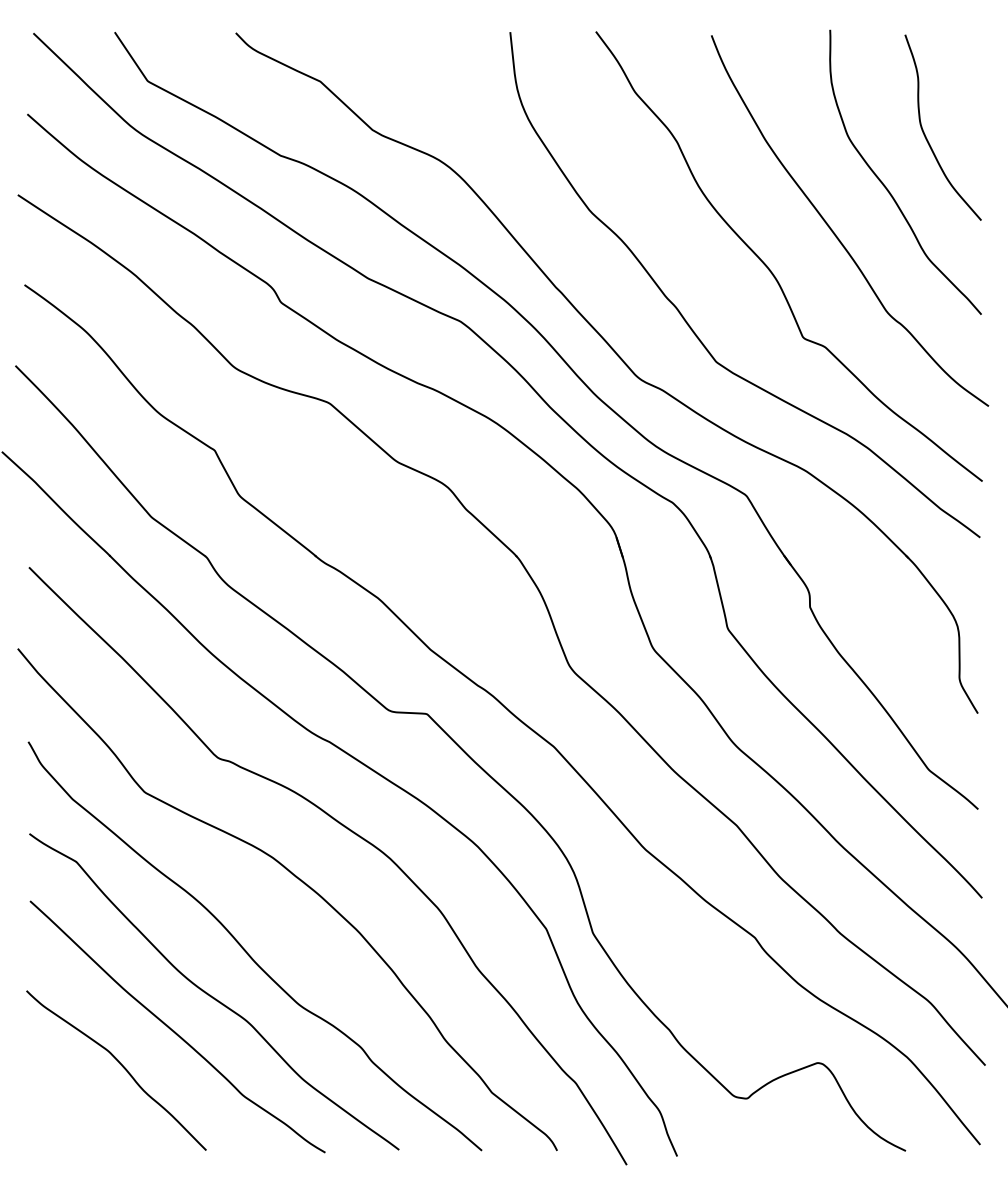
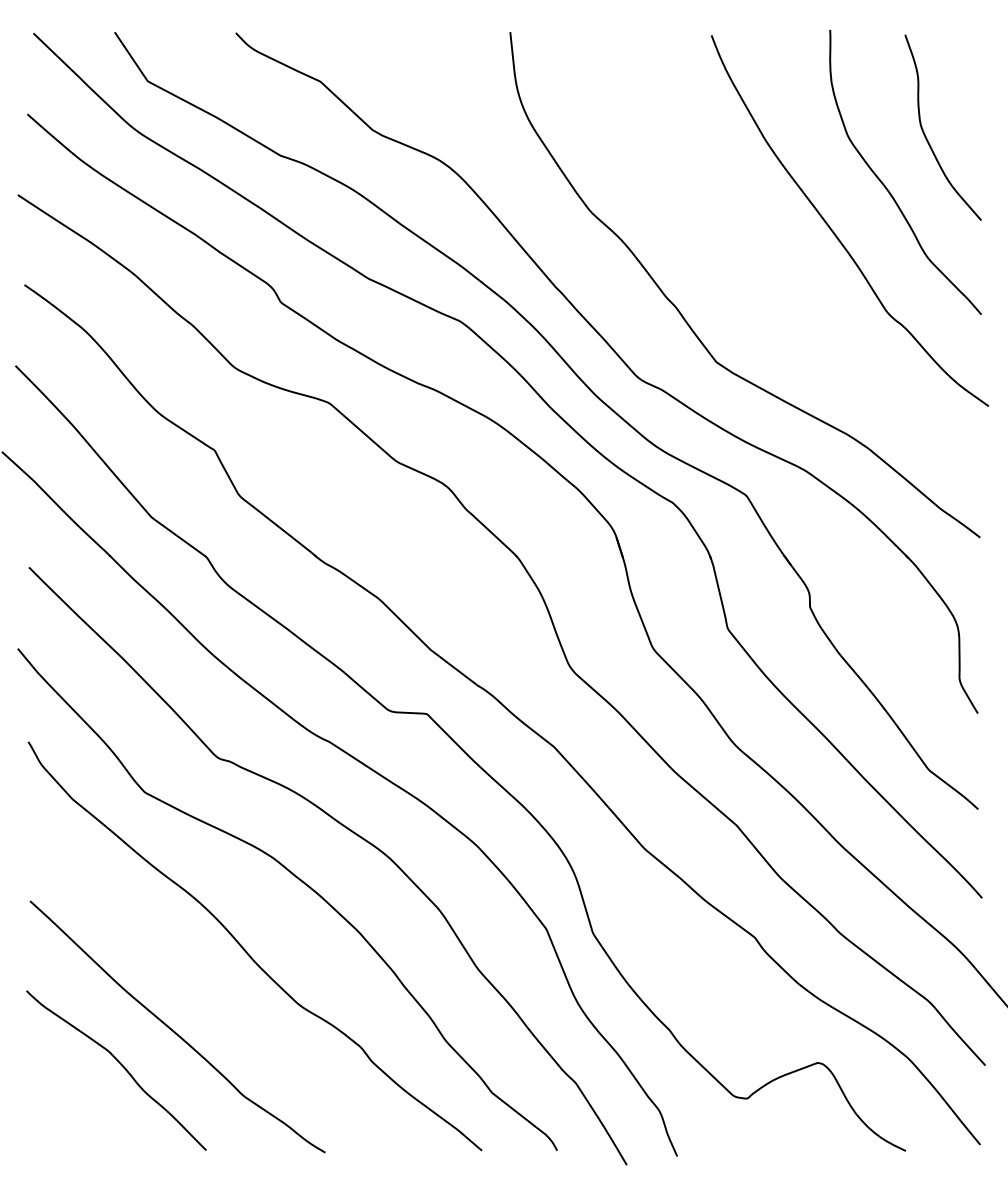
curve at (771, 270): present -> none
curve at (210, 994): present -> none
